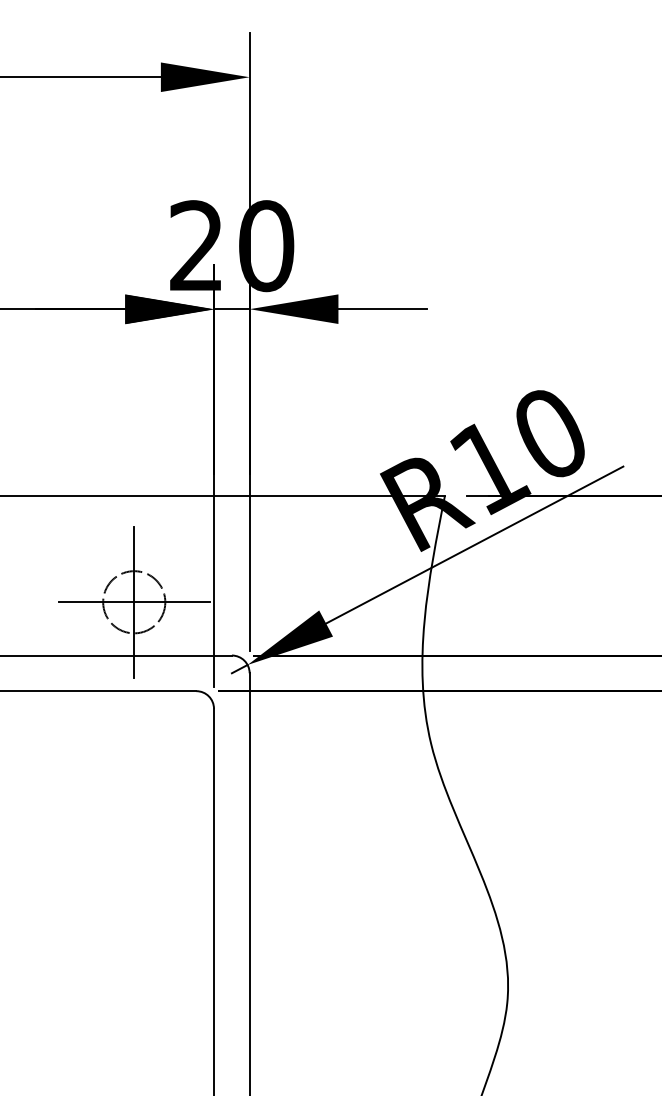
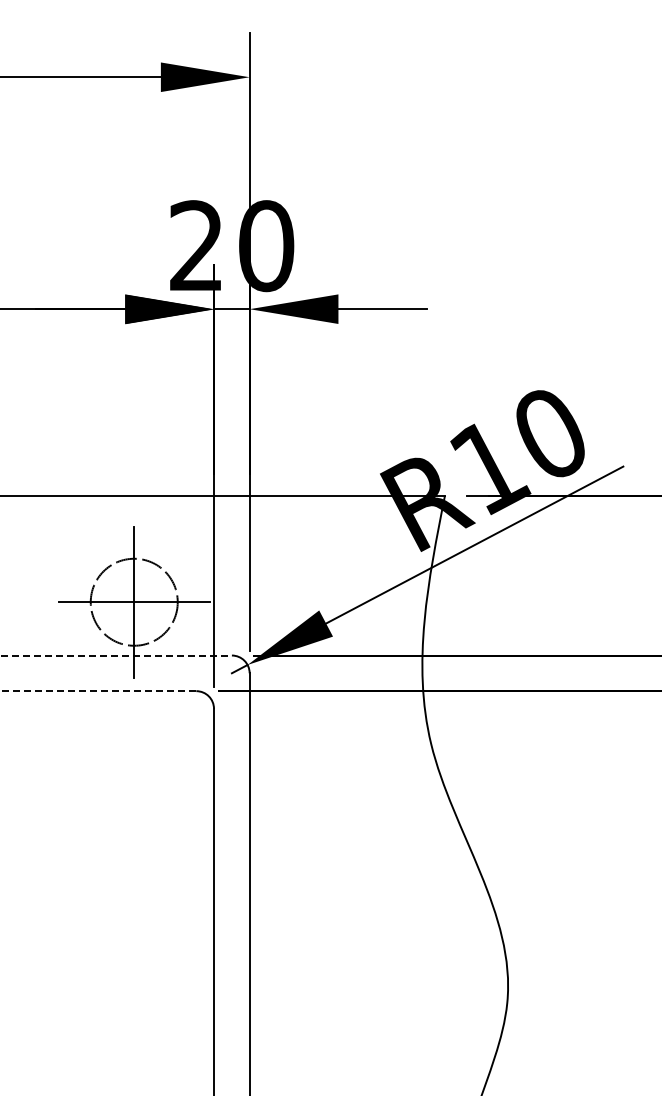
circle at (134, 602) diameter: 62 px -> 87 px
line at (116, 655): solid -> dashed
line at (98, 691): solid -> dashed
